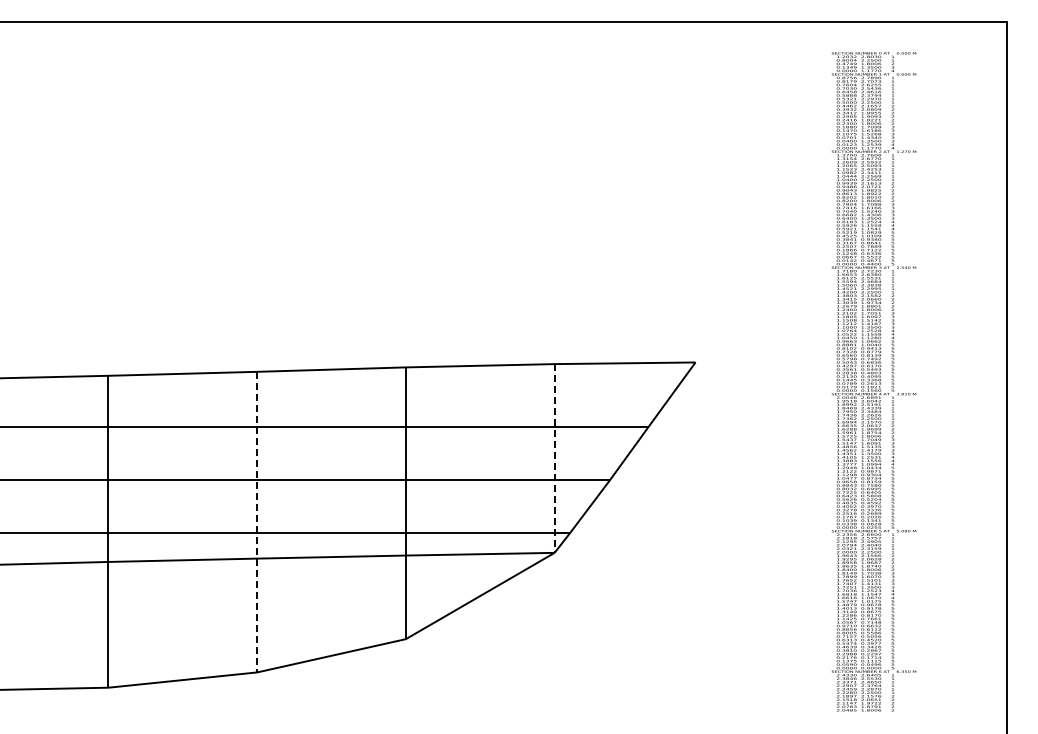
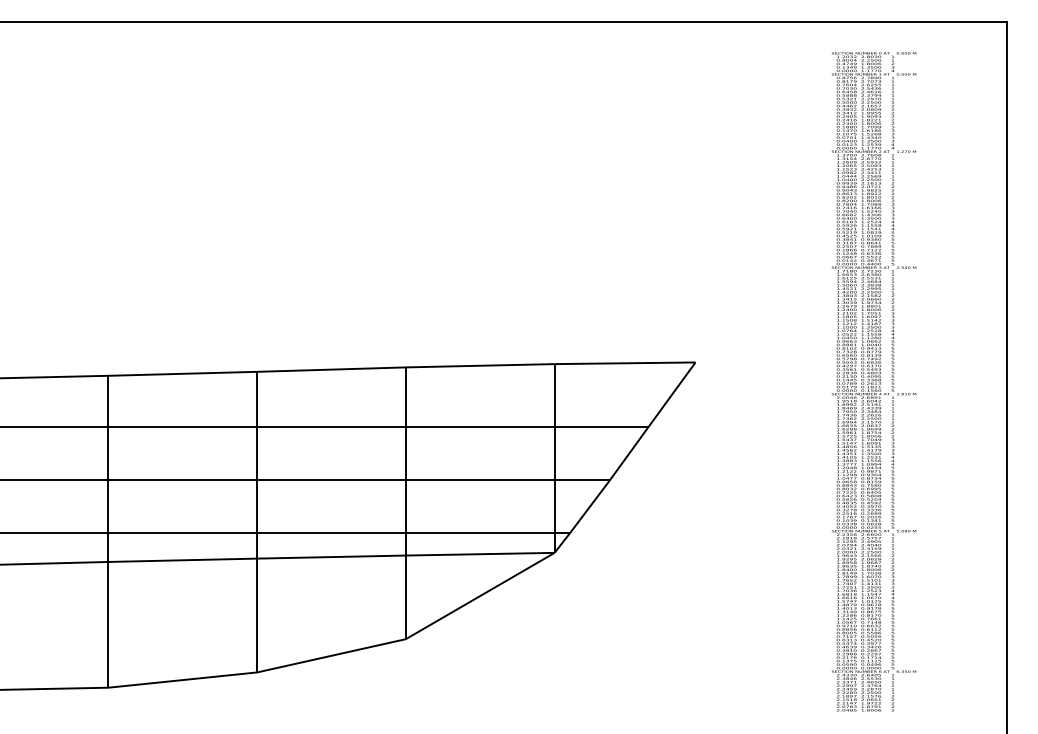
line at (554, 458): dashed -> solid
line at (257, 522): dashed -> solid
